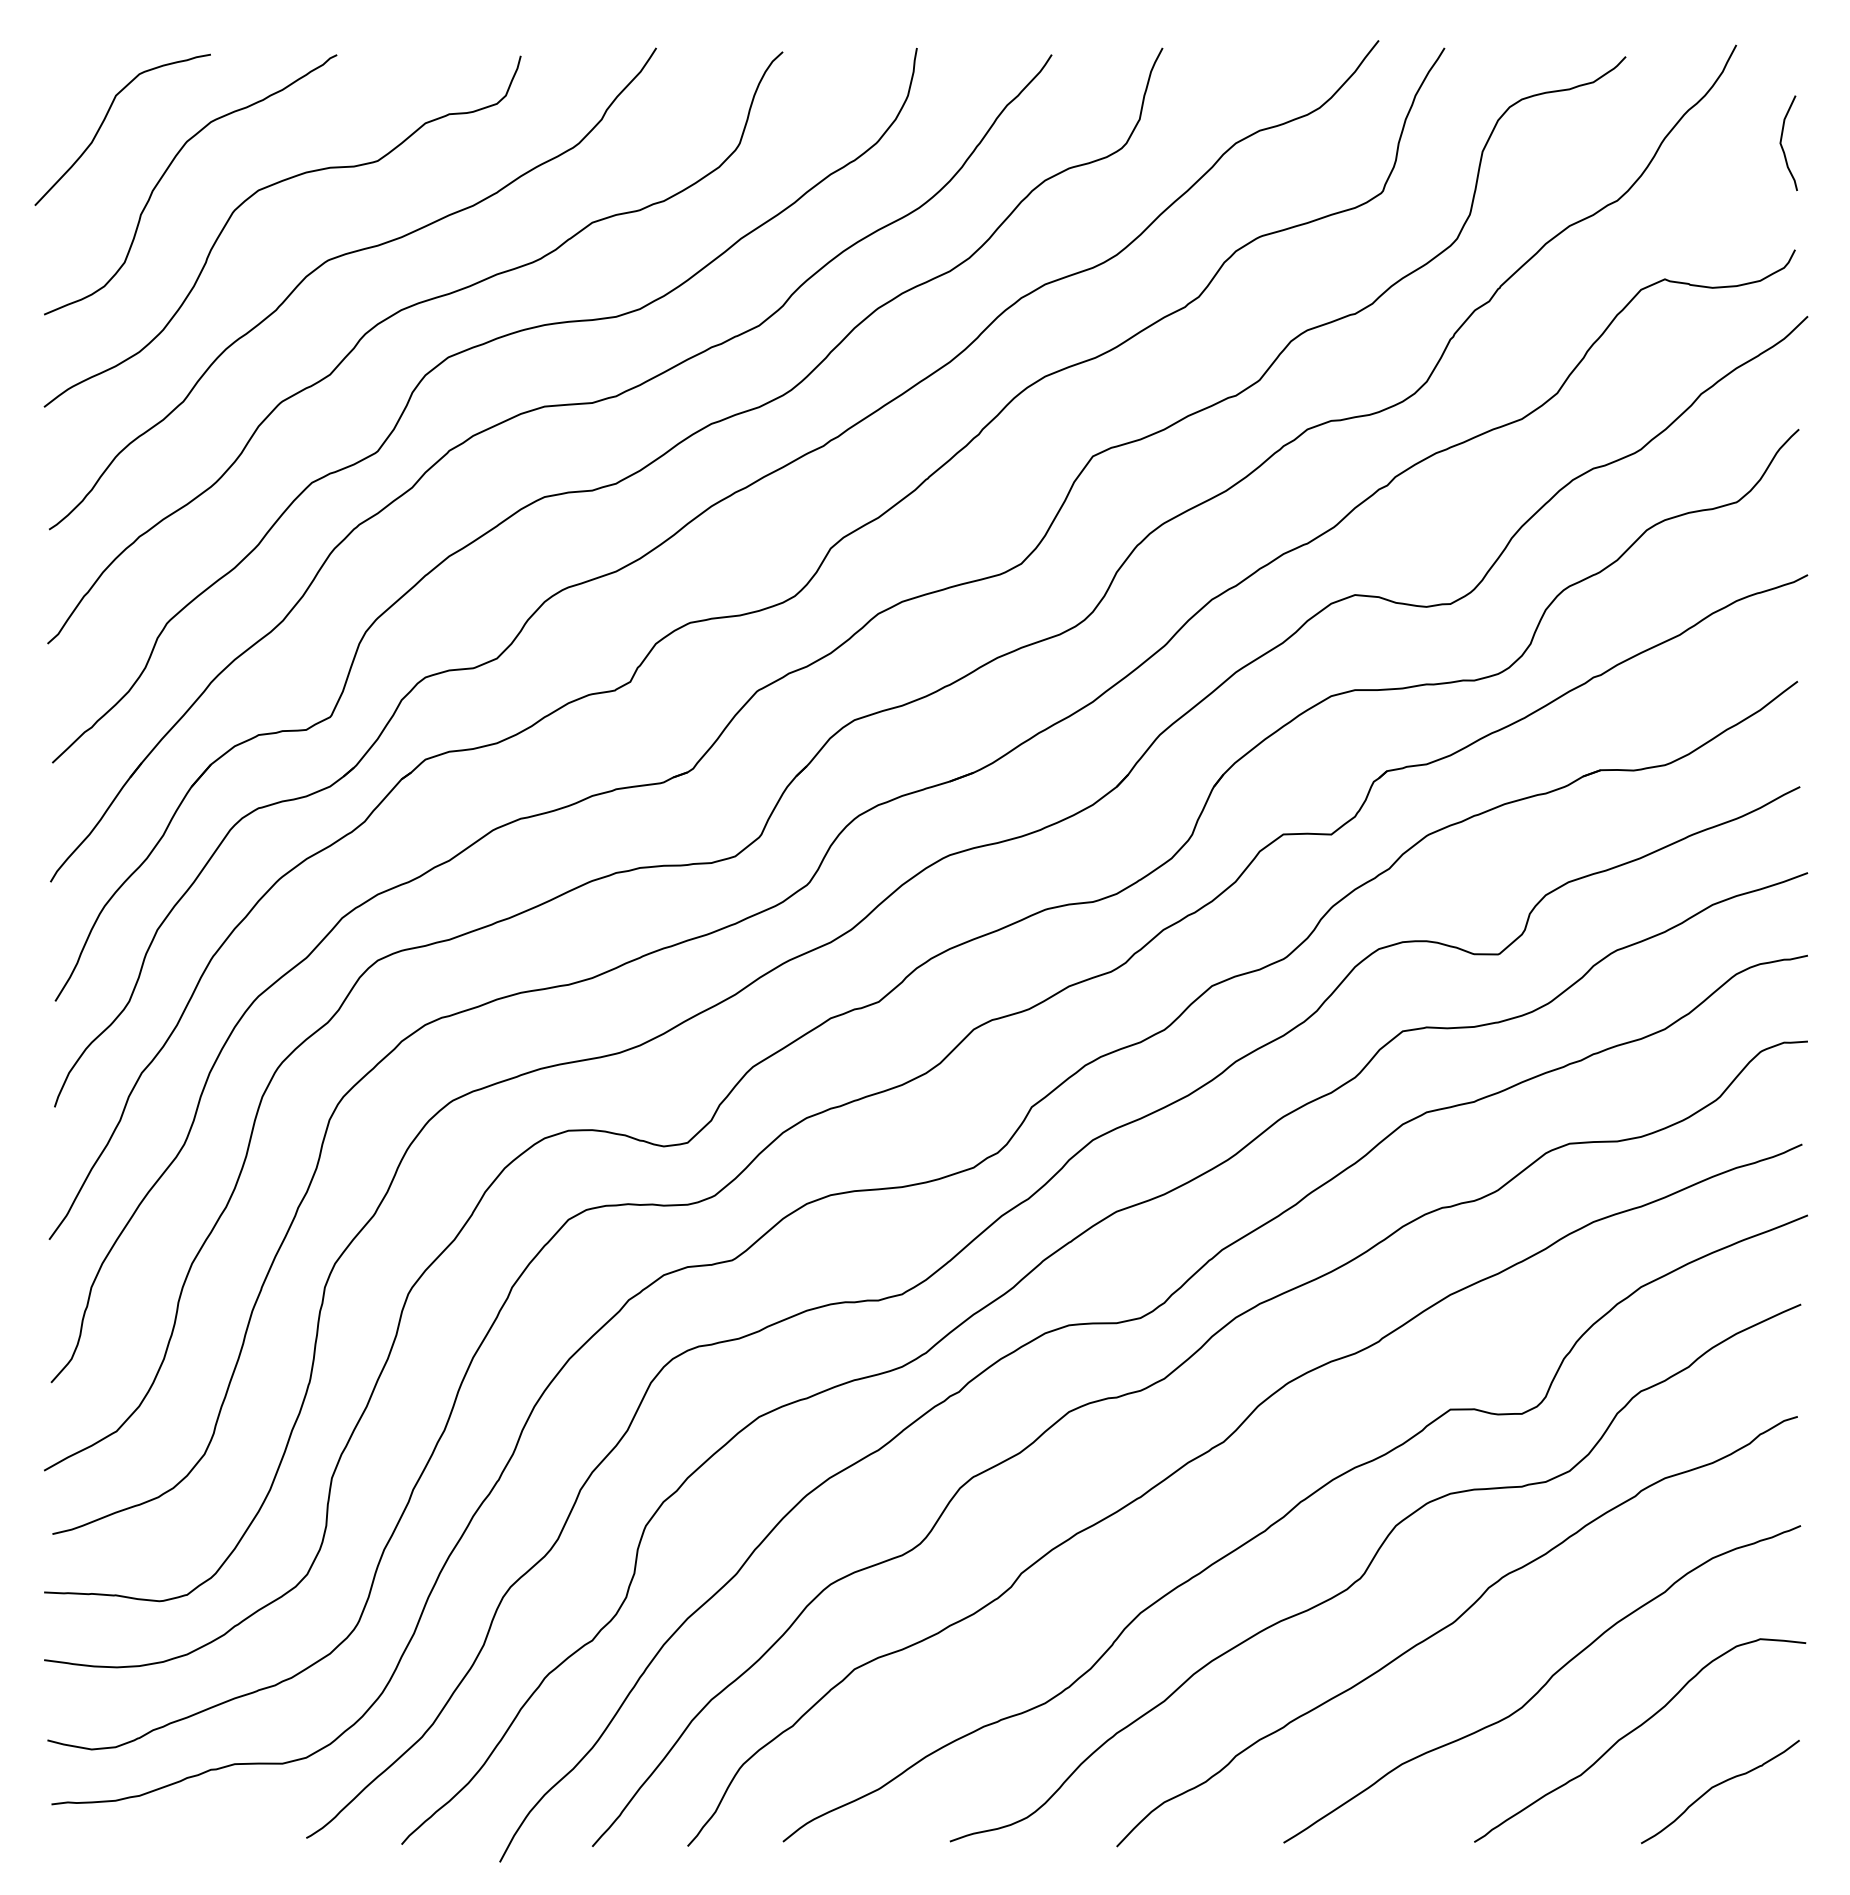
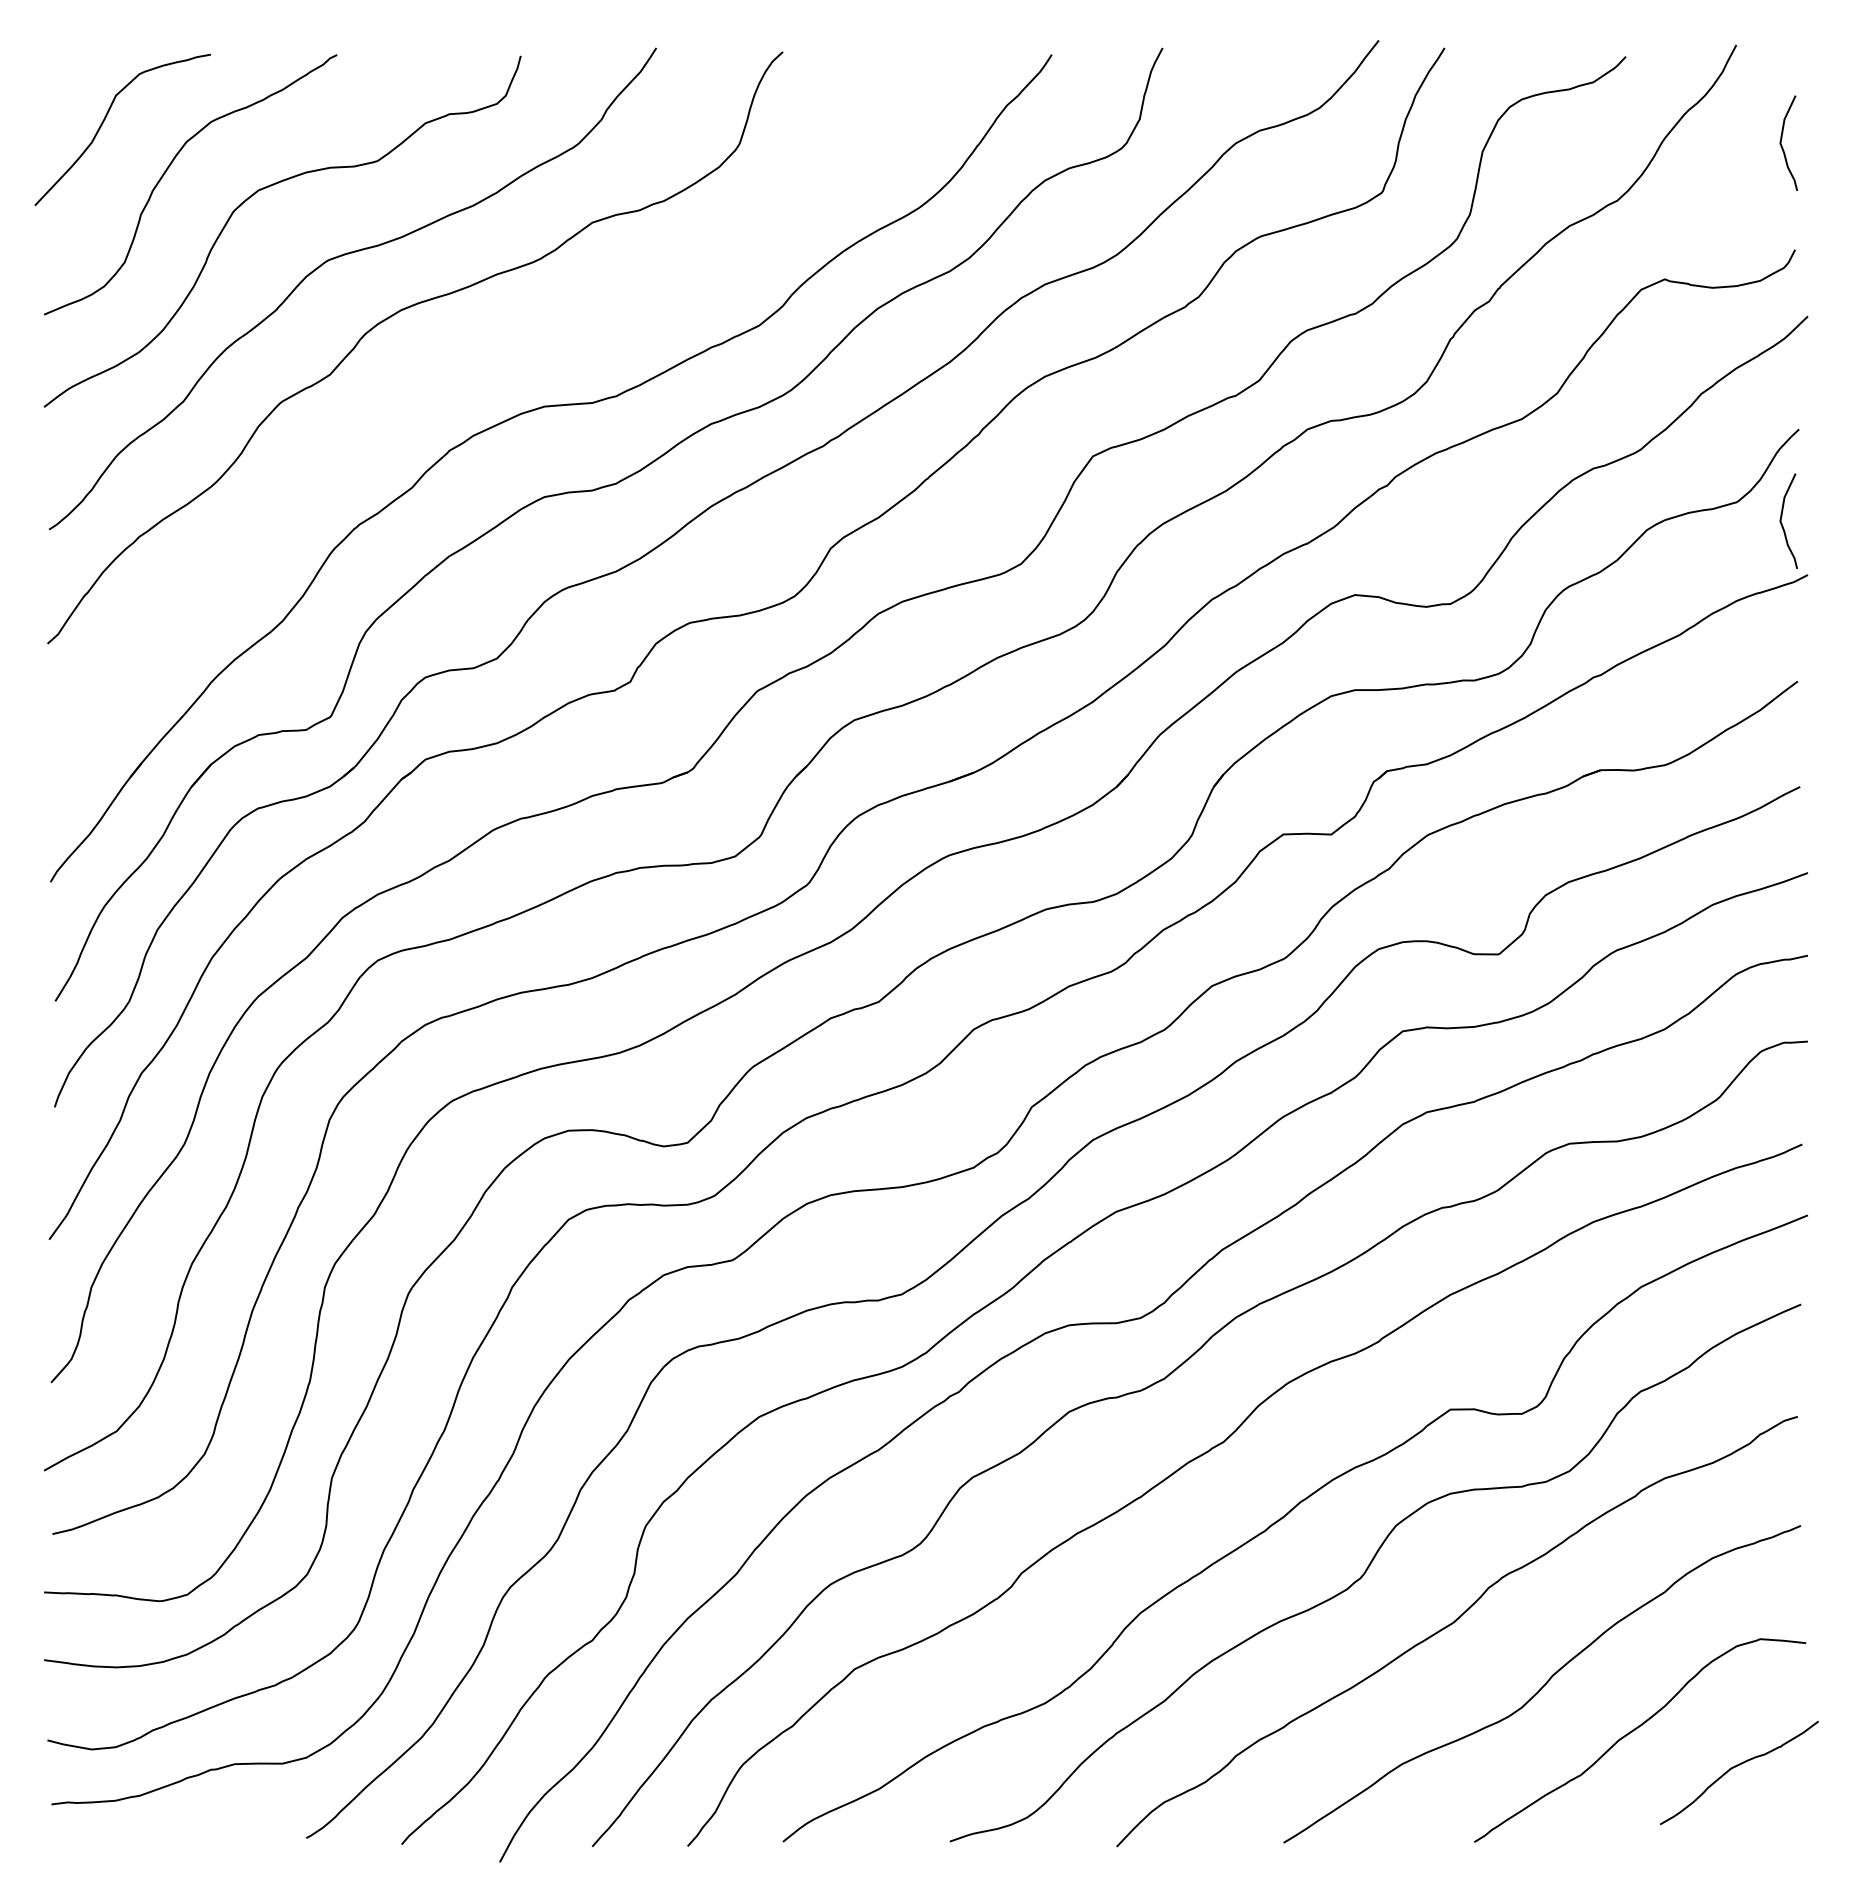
curve at (461, 353): present -> none
curve at (1782, 523): none -> present
curve at (1716, 1786) position: (1716, 1786) -> (1735, 1767)
